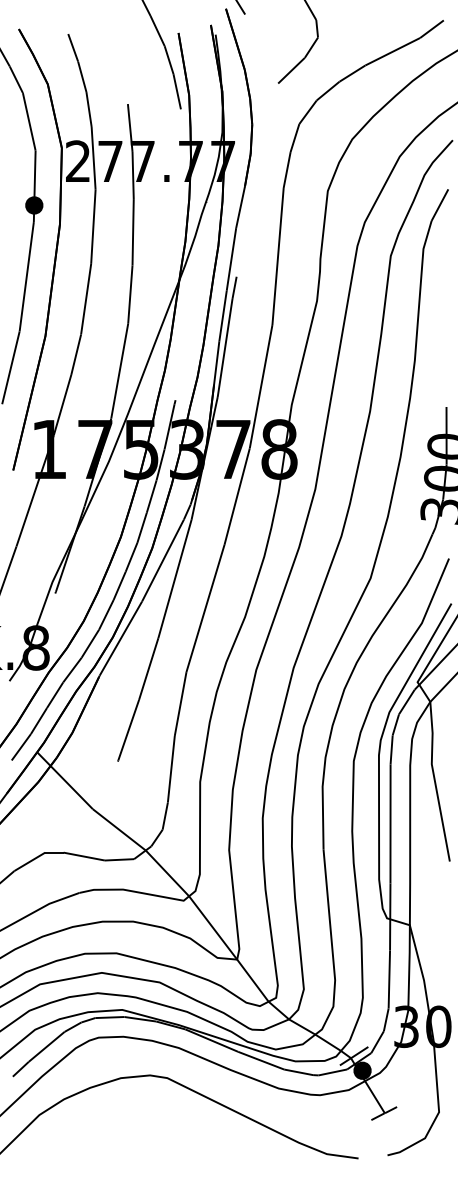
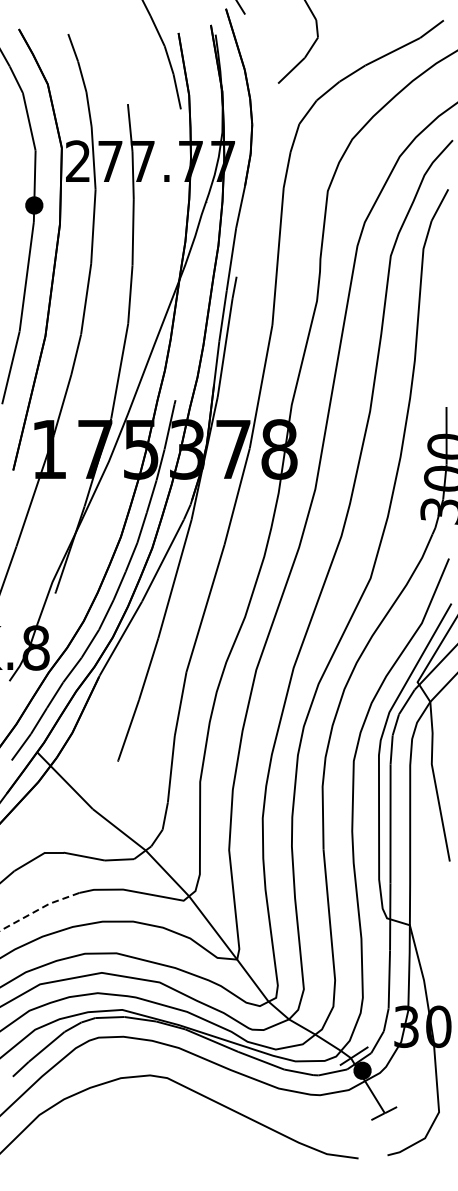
line at (38, 909): solid -> dashed
